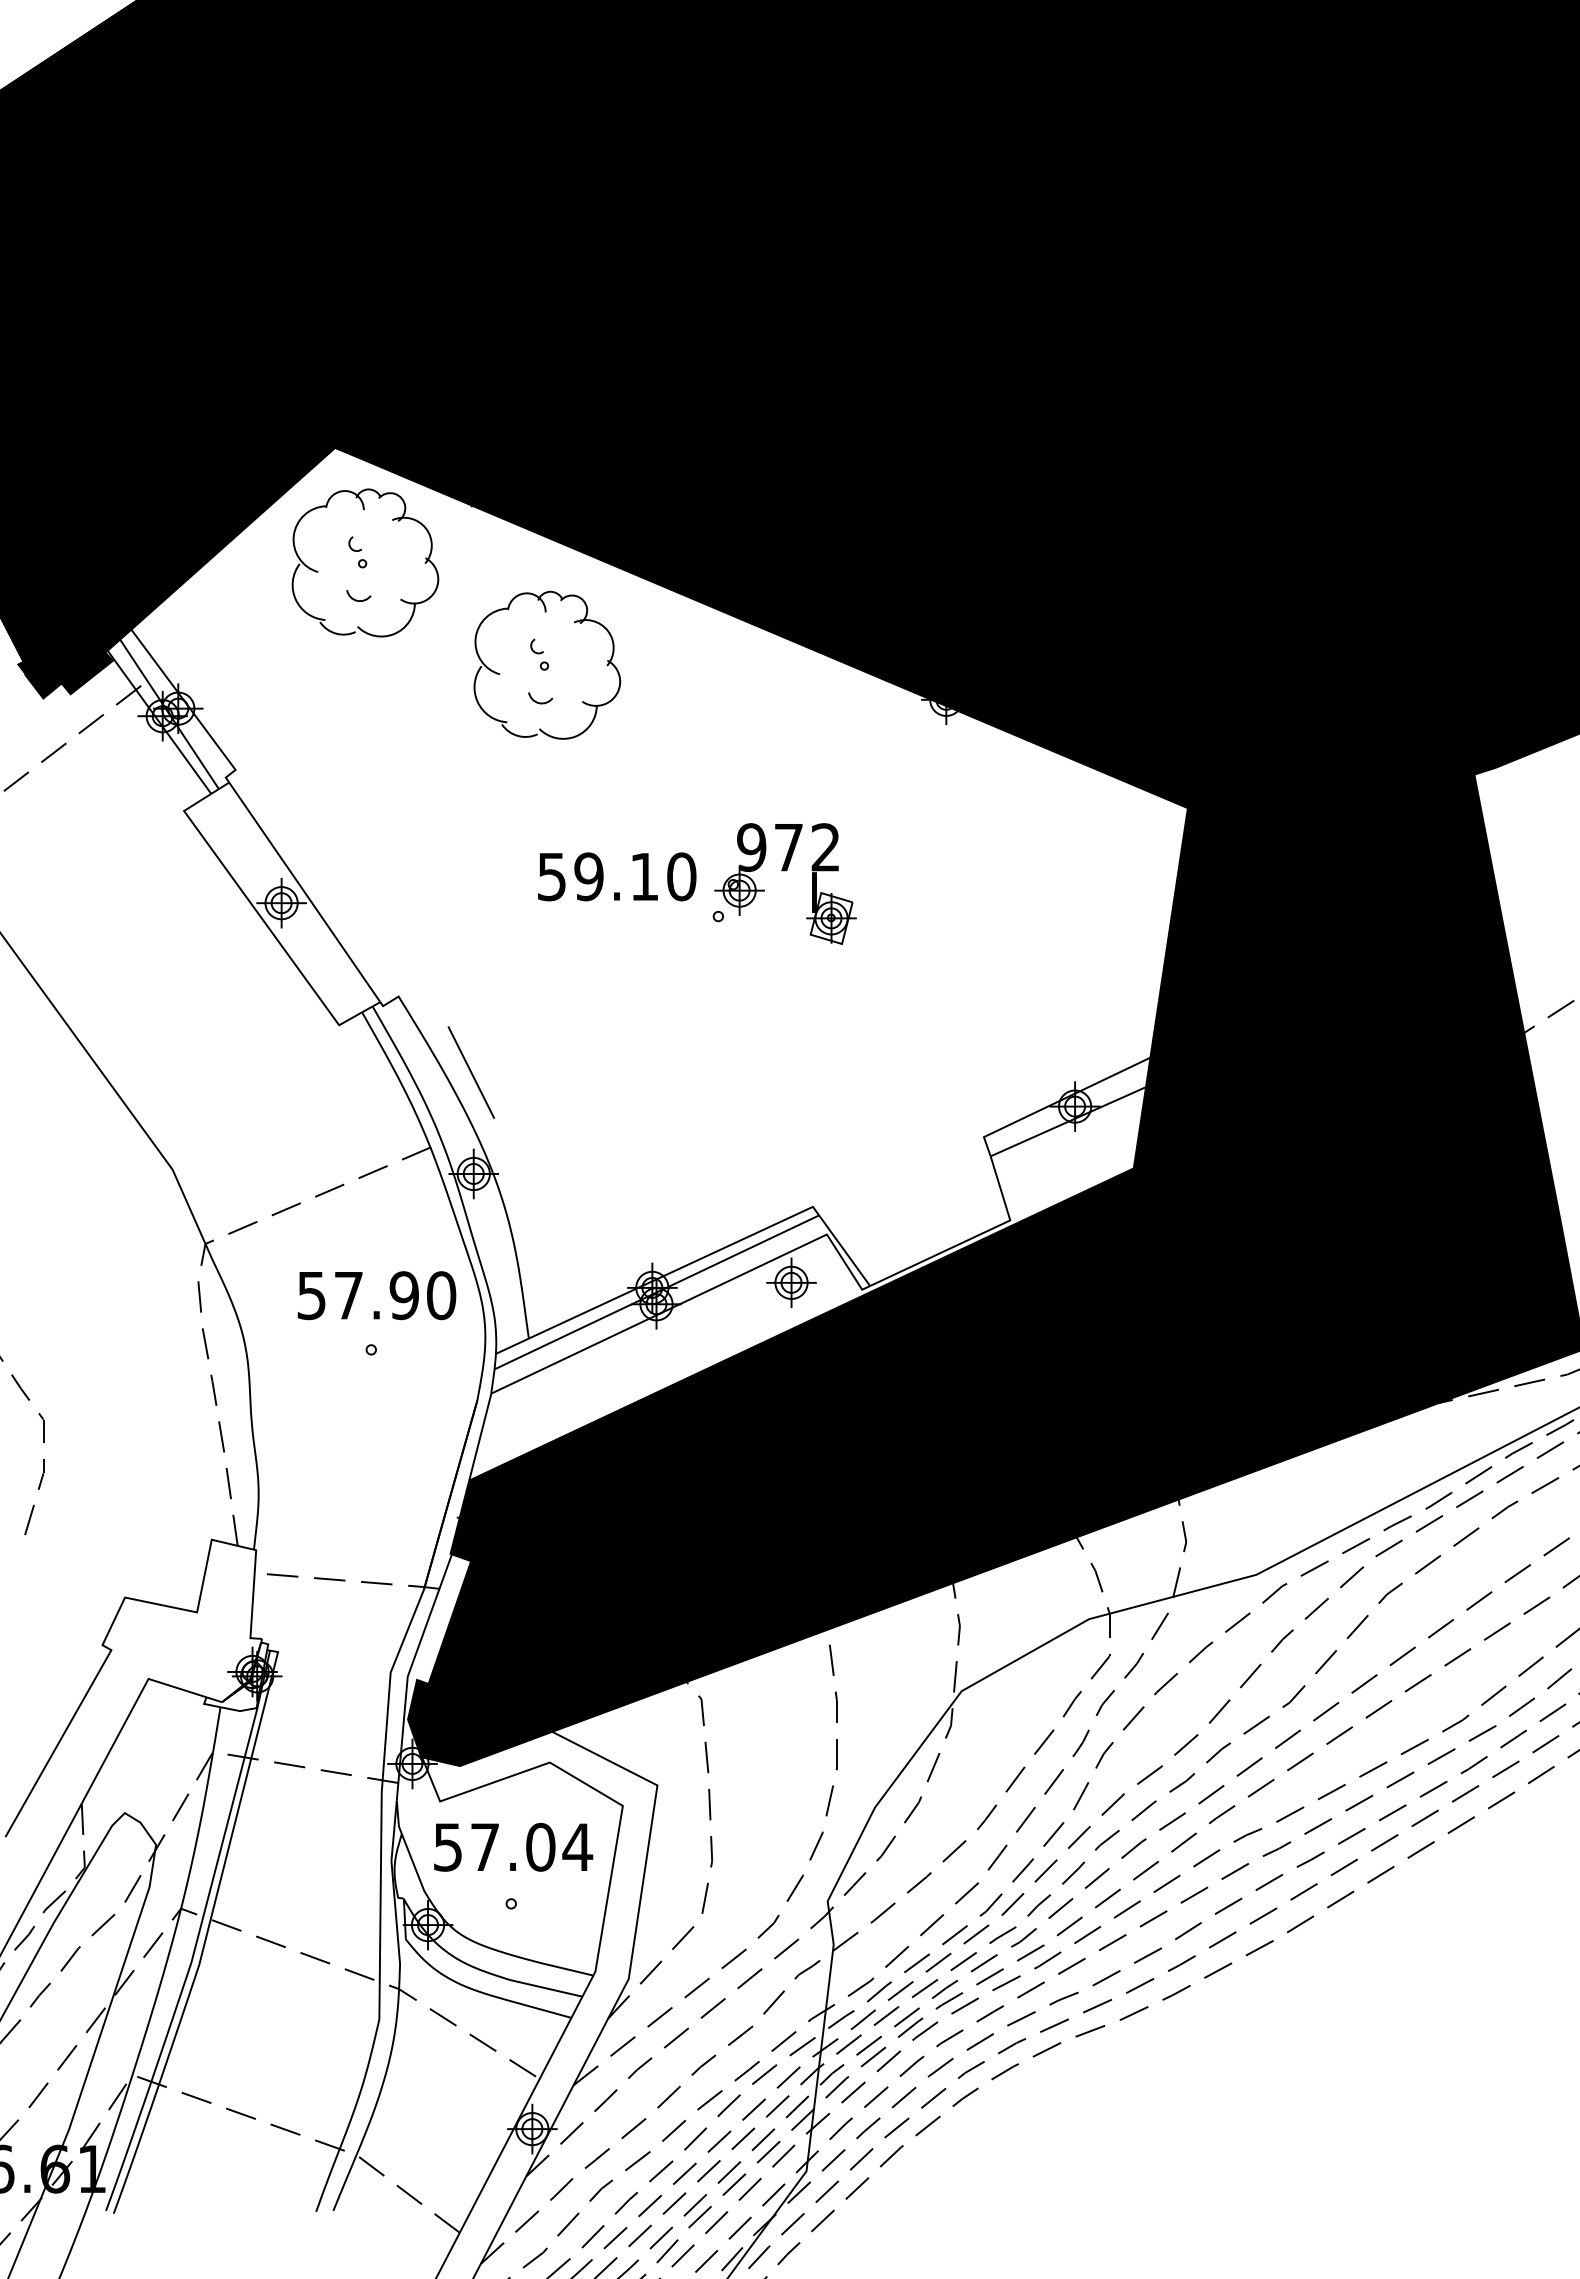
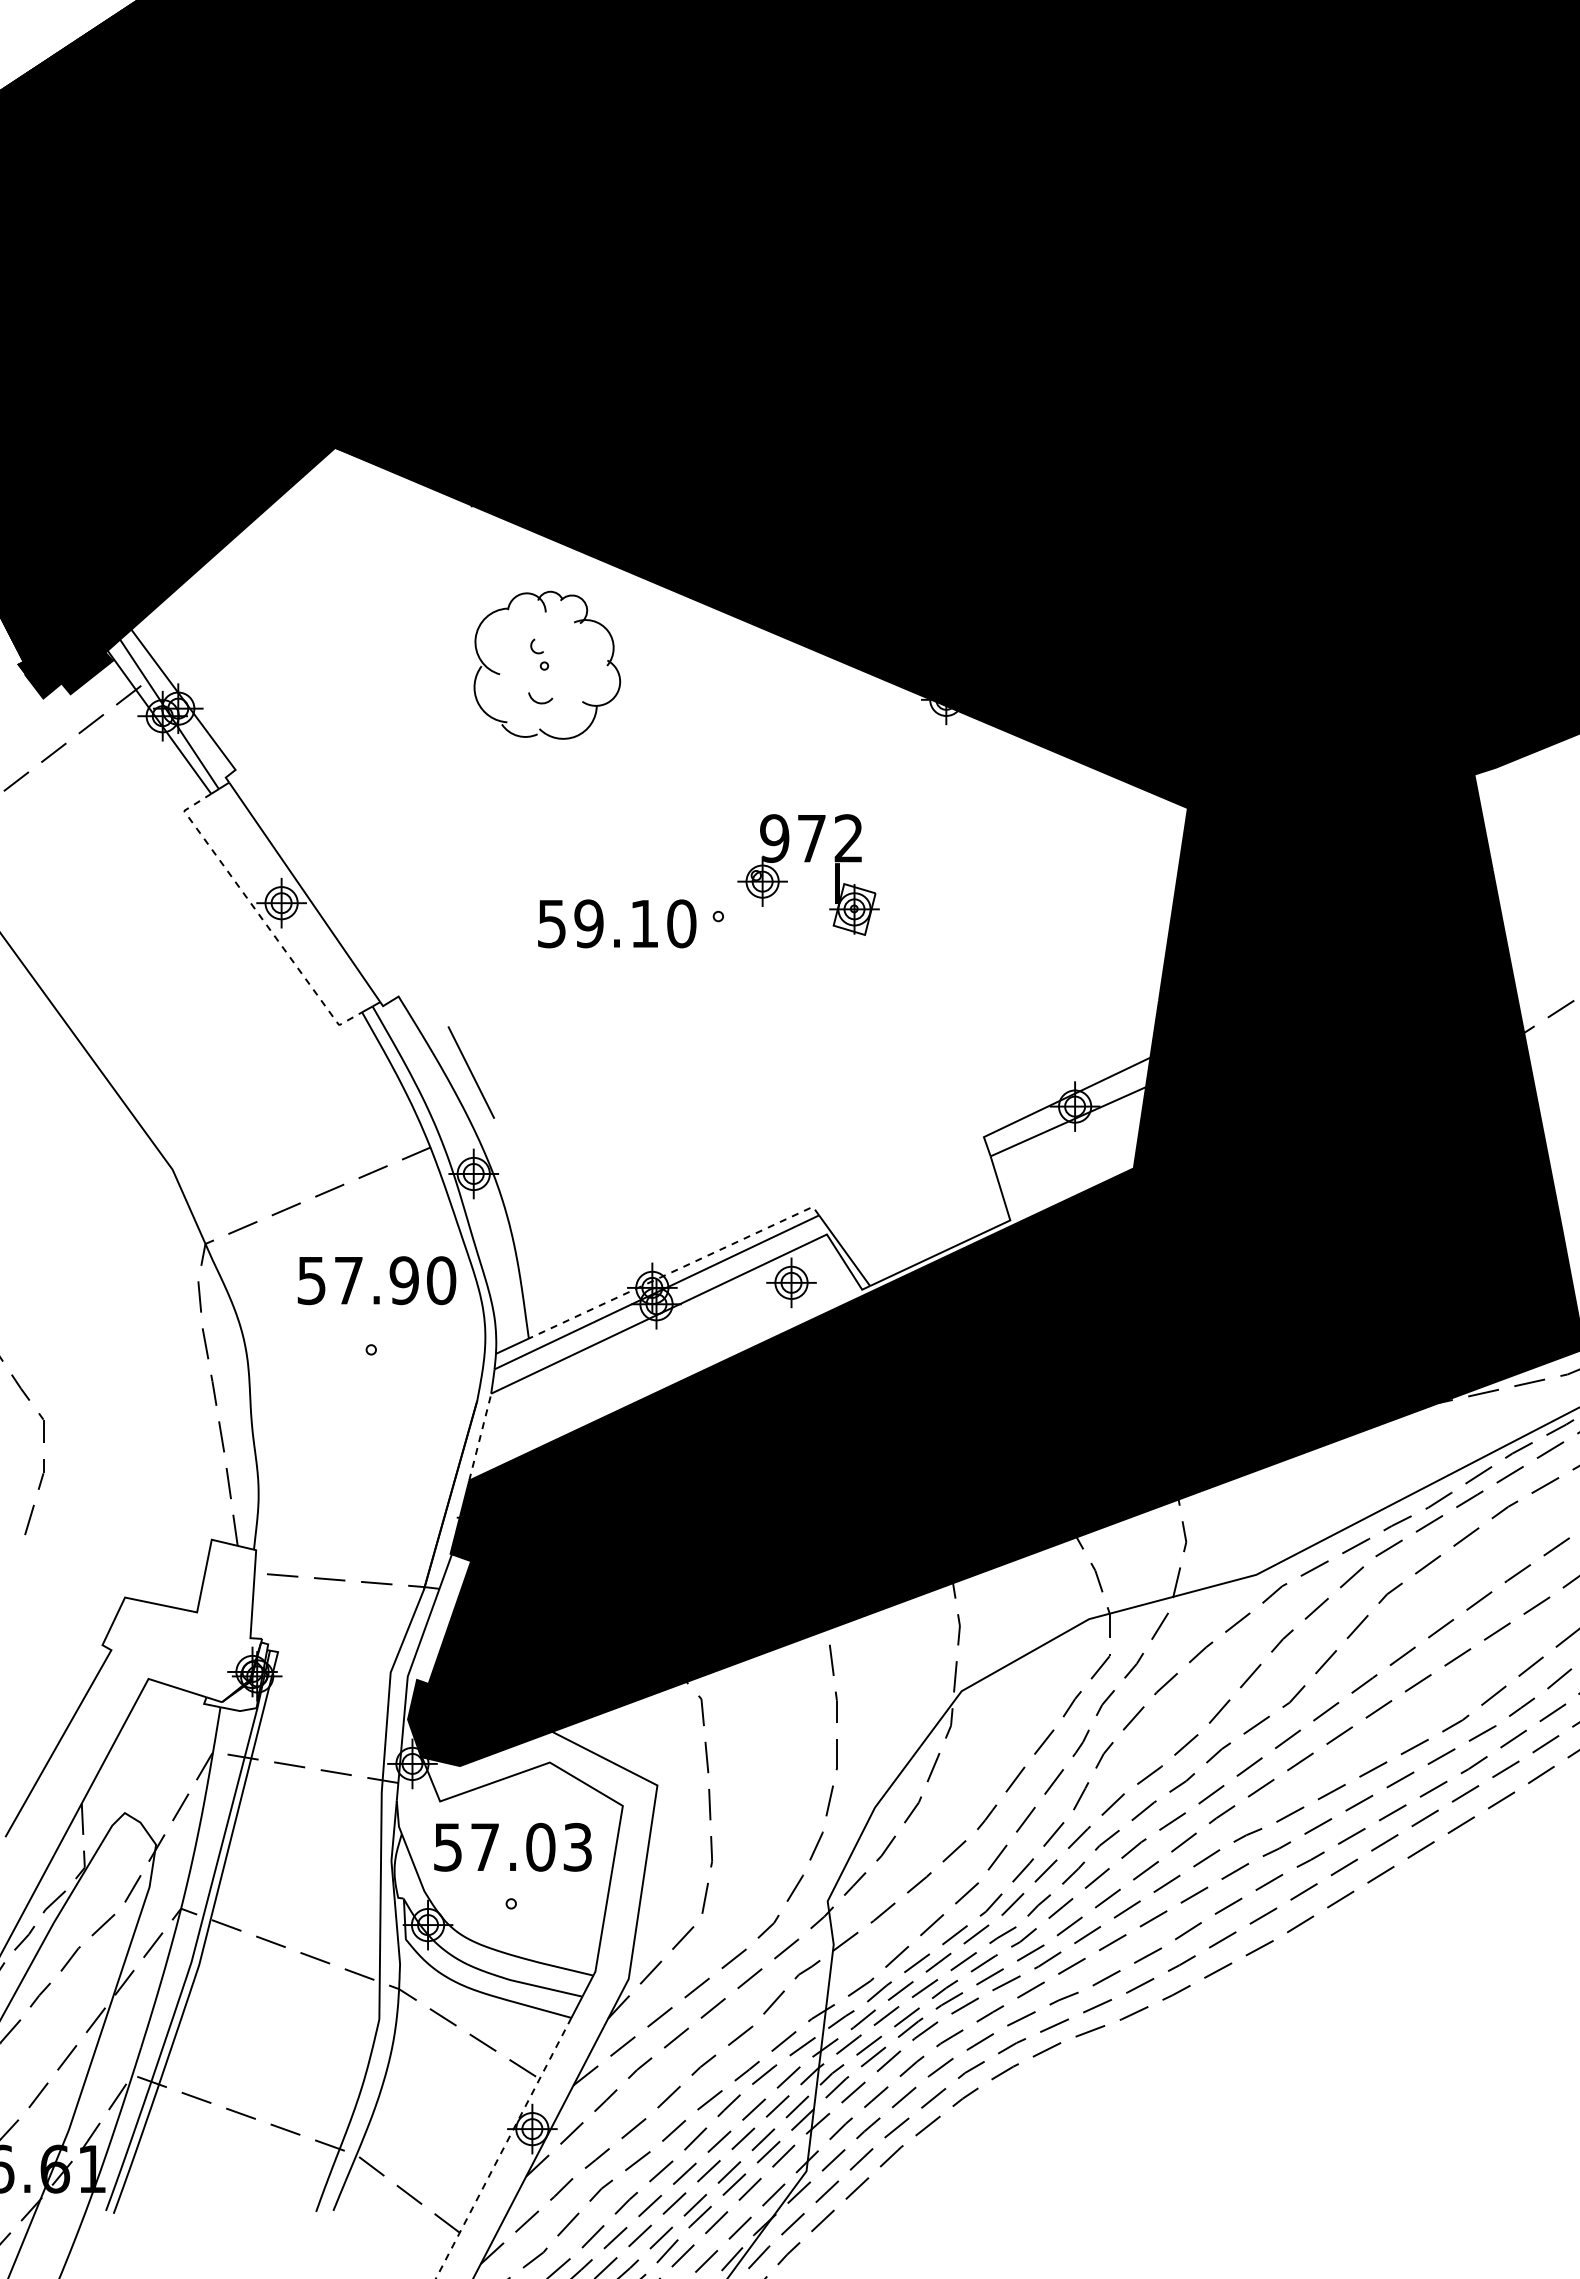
part at (365, 562): present -> none
part at (785, 871) position: (785, 871) -> (808, 862)
text at (617, 876) position: (617, 876) -> (617, 923)
line at (260, 916): solid -> dashed
line at (676, 1270): solid -> dashed
text at (376, 1295) position: (376, 1295) -> (376, 1280)
line at (480, 1436): solid -> dashed
text at (577, 1846): 57.04 -> 57.03
line at (503, 2148): solid -> dashed
